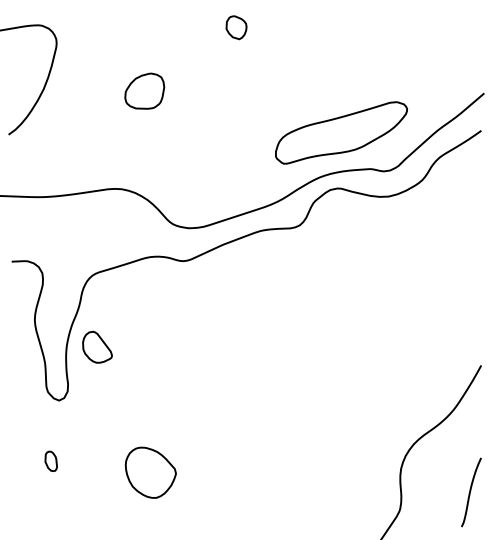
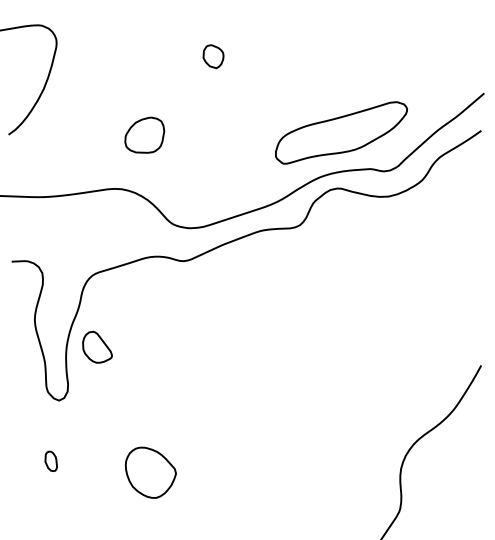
part at (236, 27) position: (236, 27) -> (213, 56)
part at (144, 90) position: (144, 90) -> (144, 134)
curve at (471, 491): present -> none
